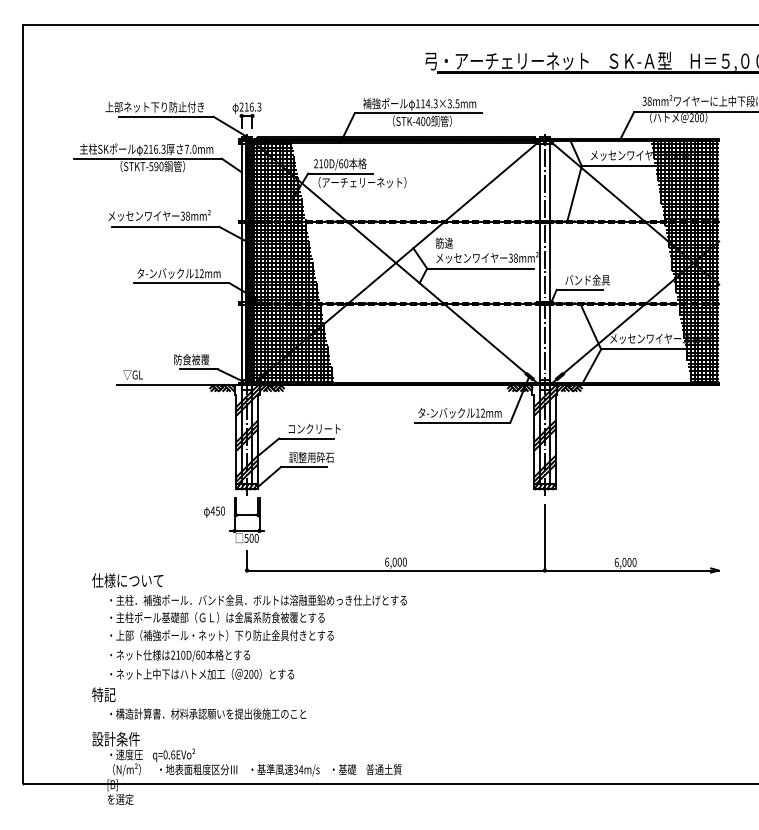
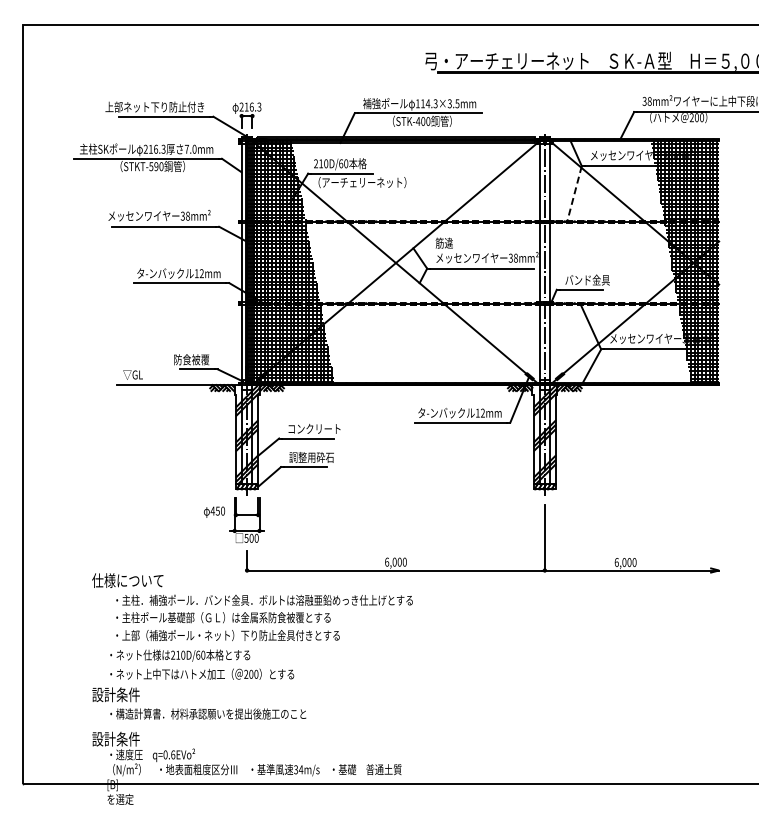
line at (574, 193): solid -> dashed
text at (258, 617) position: (258, 617) -> (264, 617)
text at (115, 694): 特記 -> 設計条件
